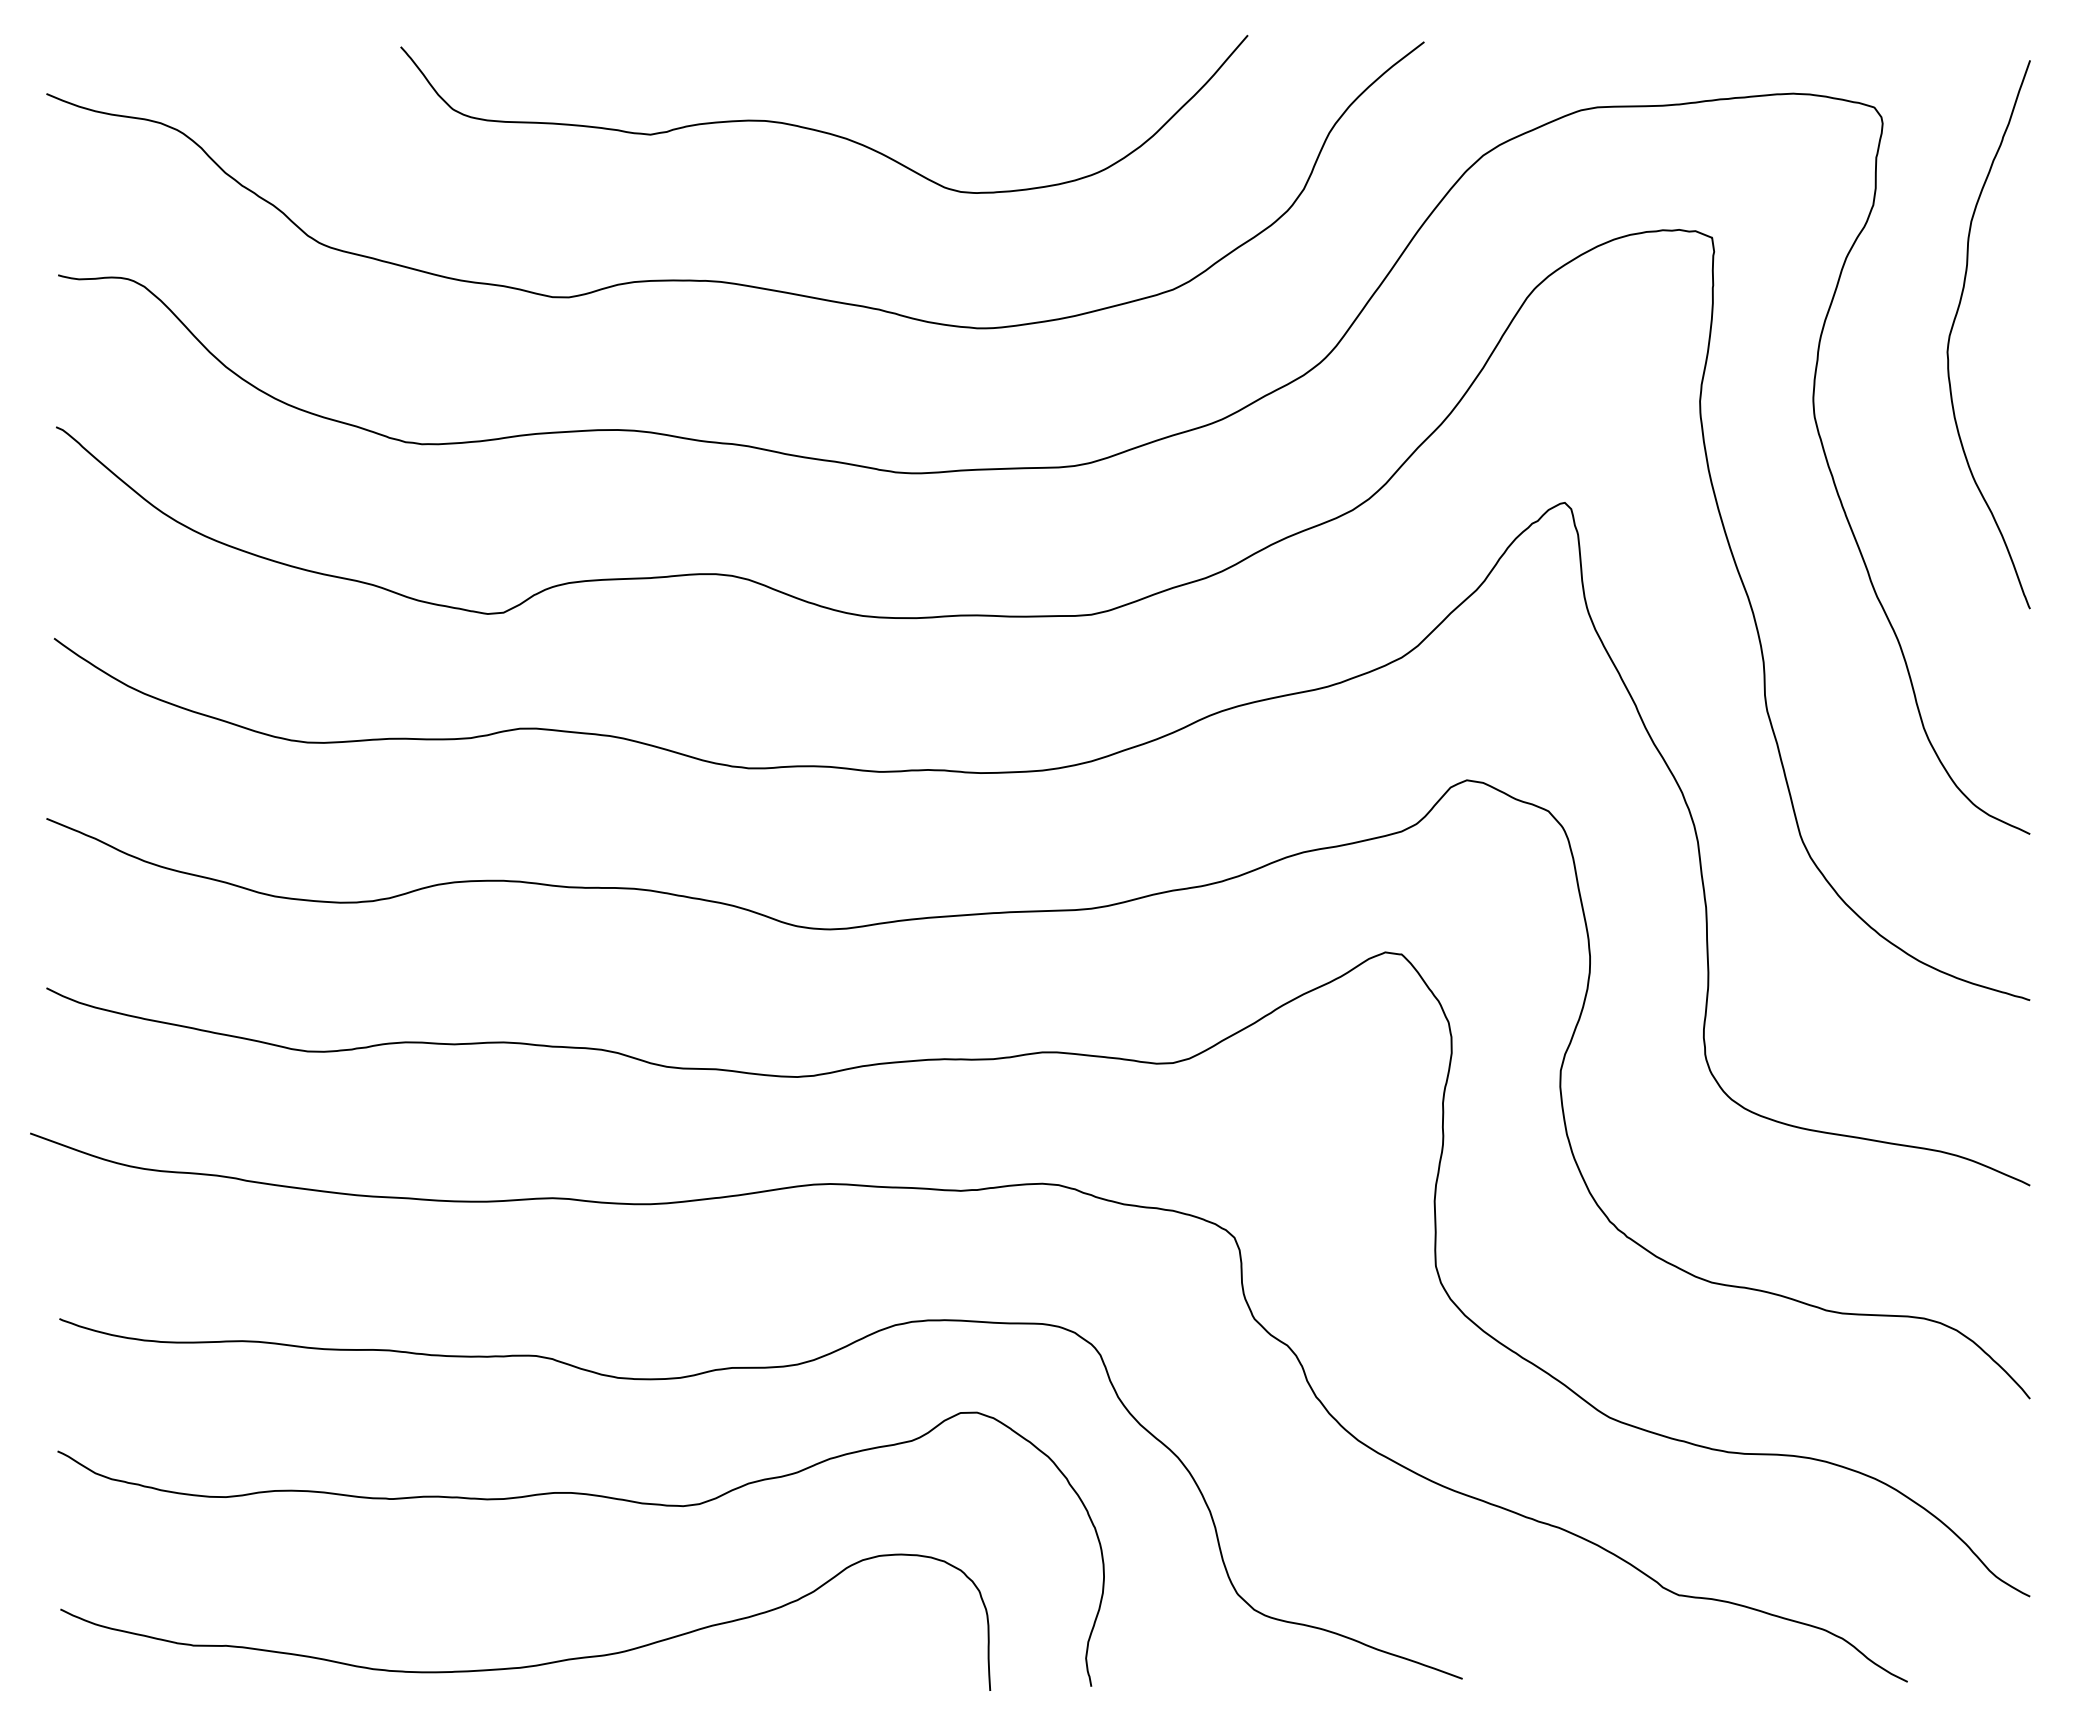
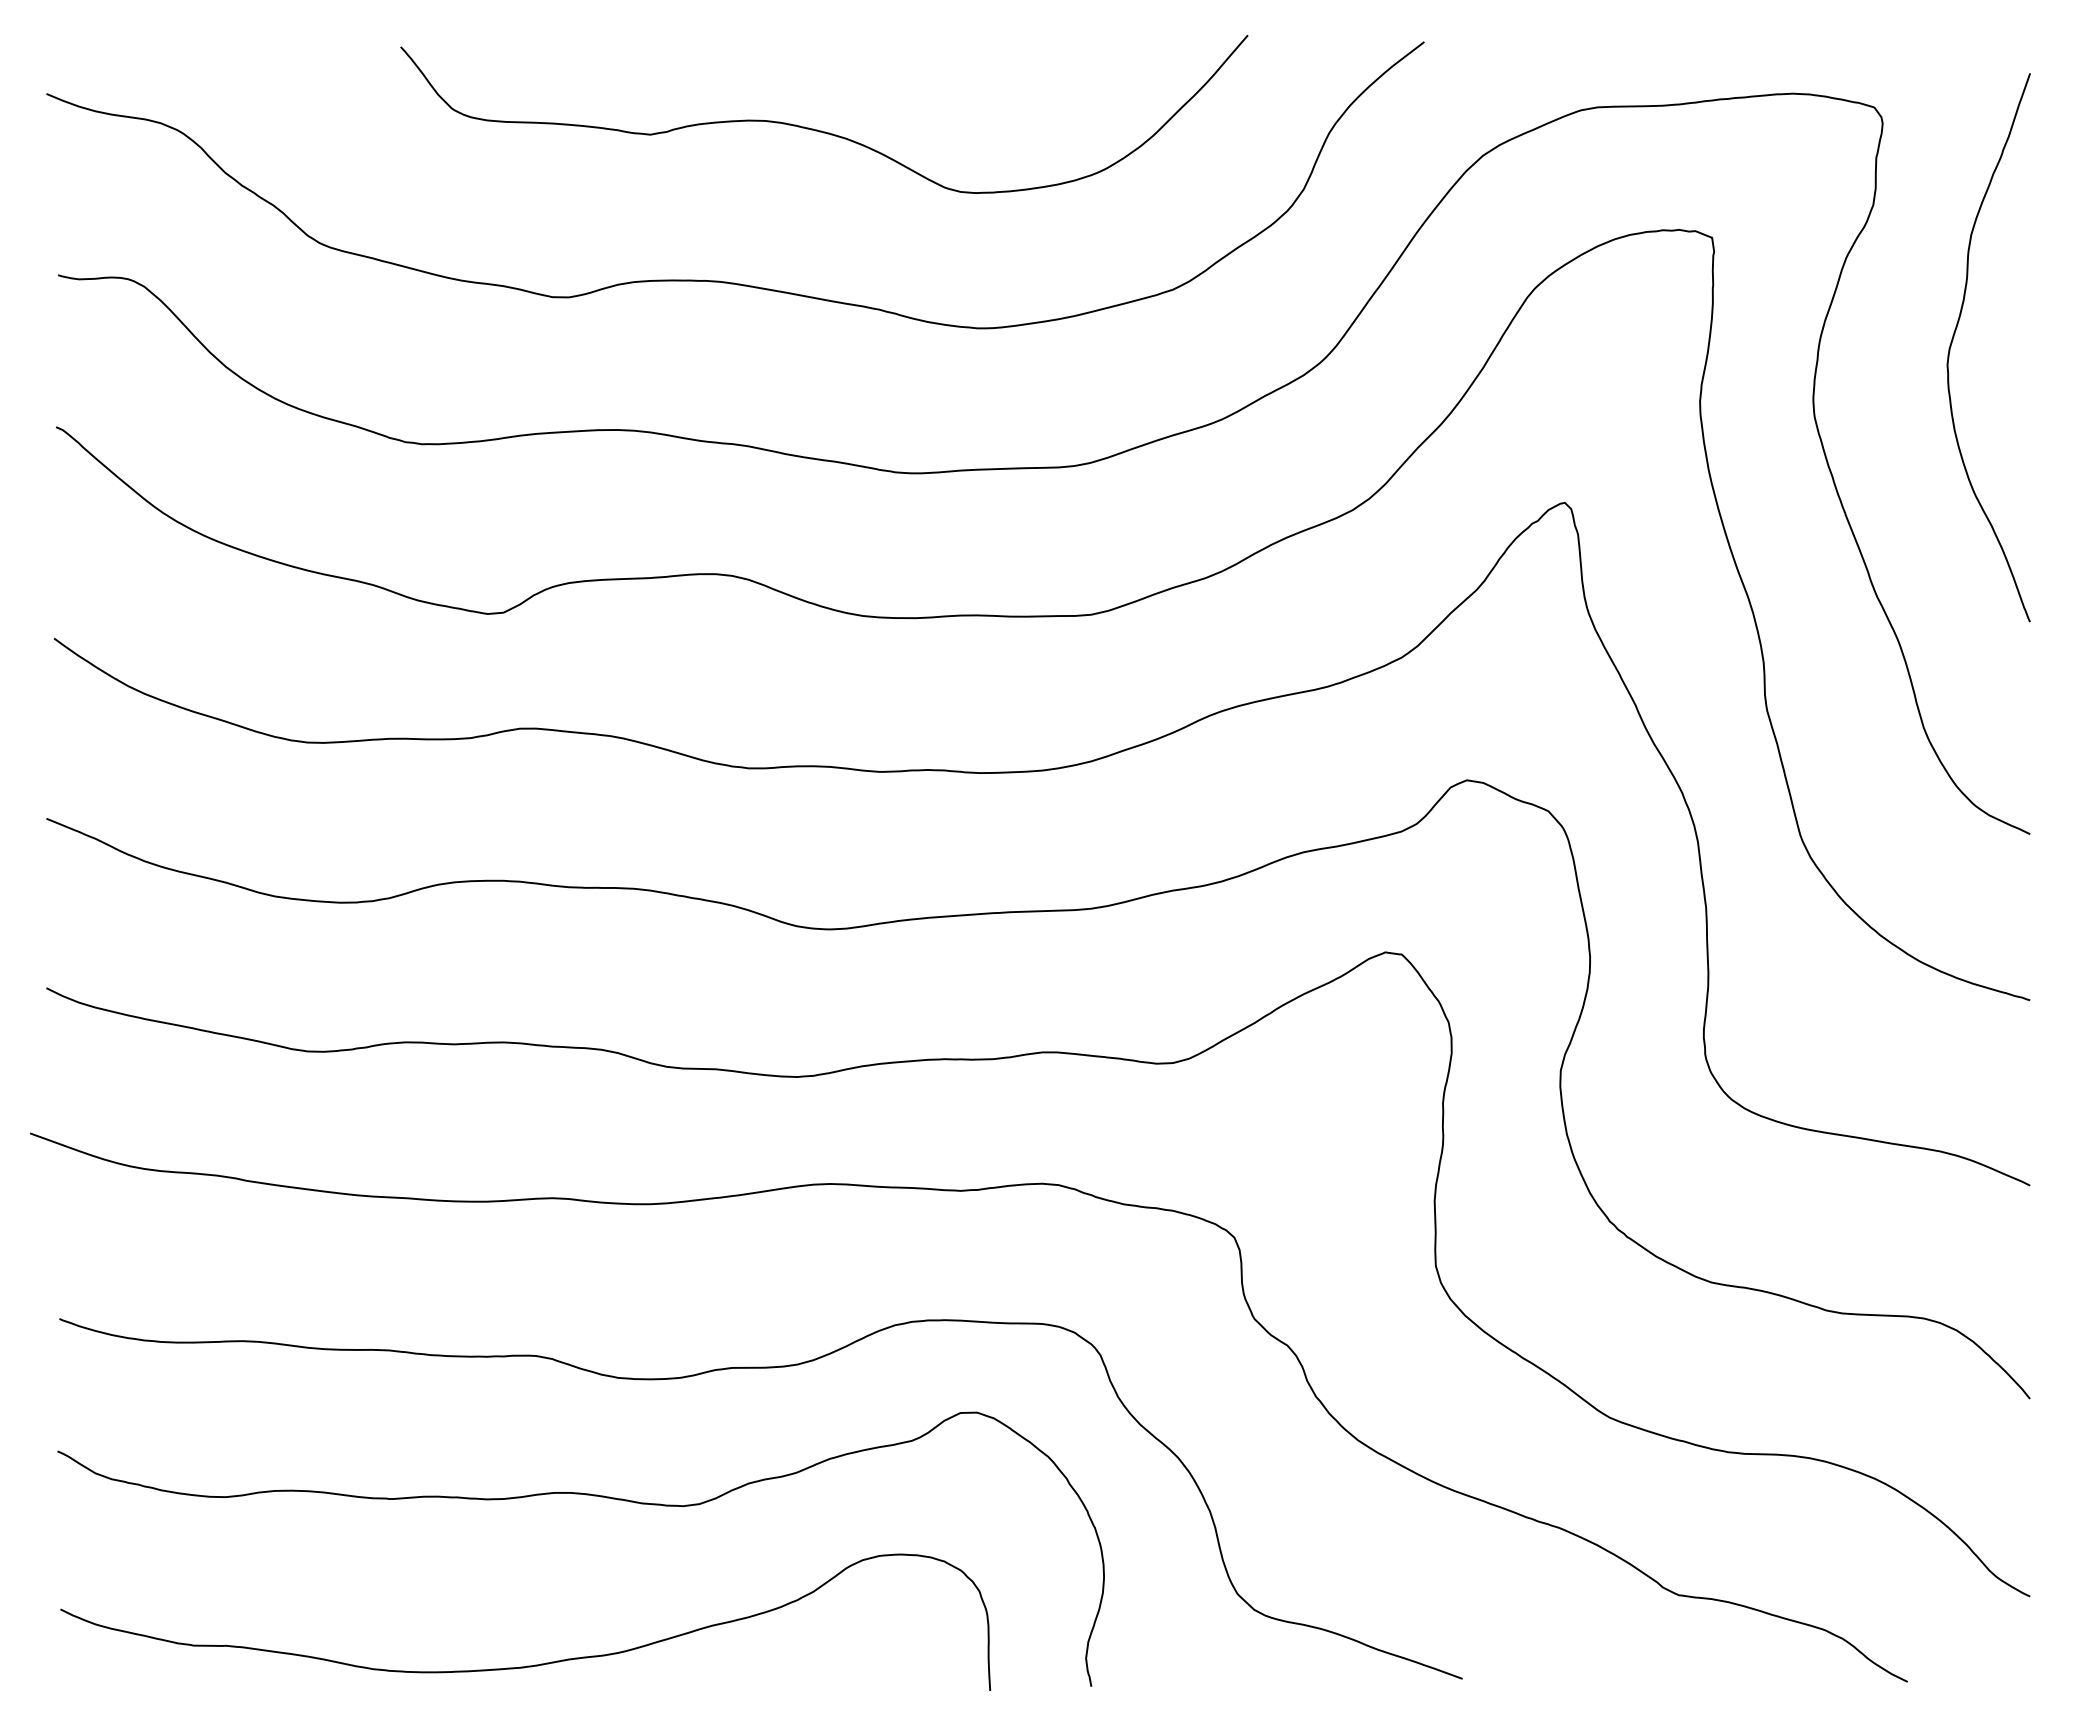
curve at (1953, 327) position: (1953, 327) -> (1953, 340)
